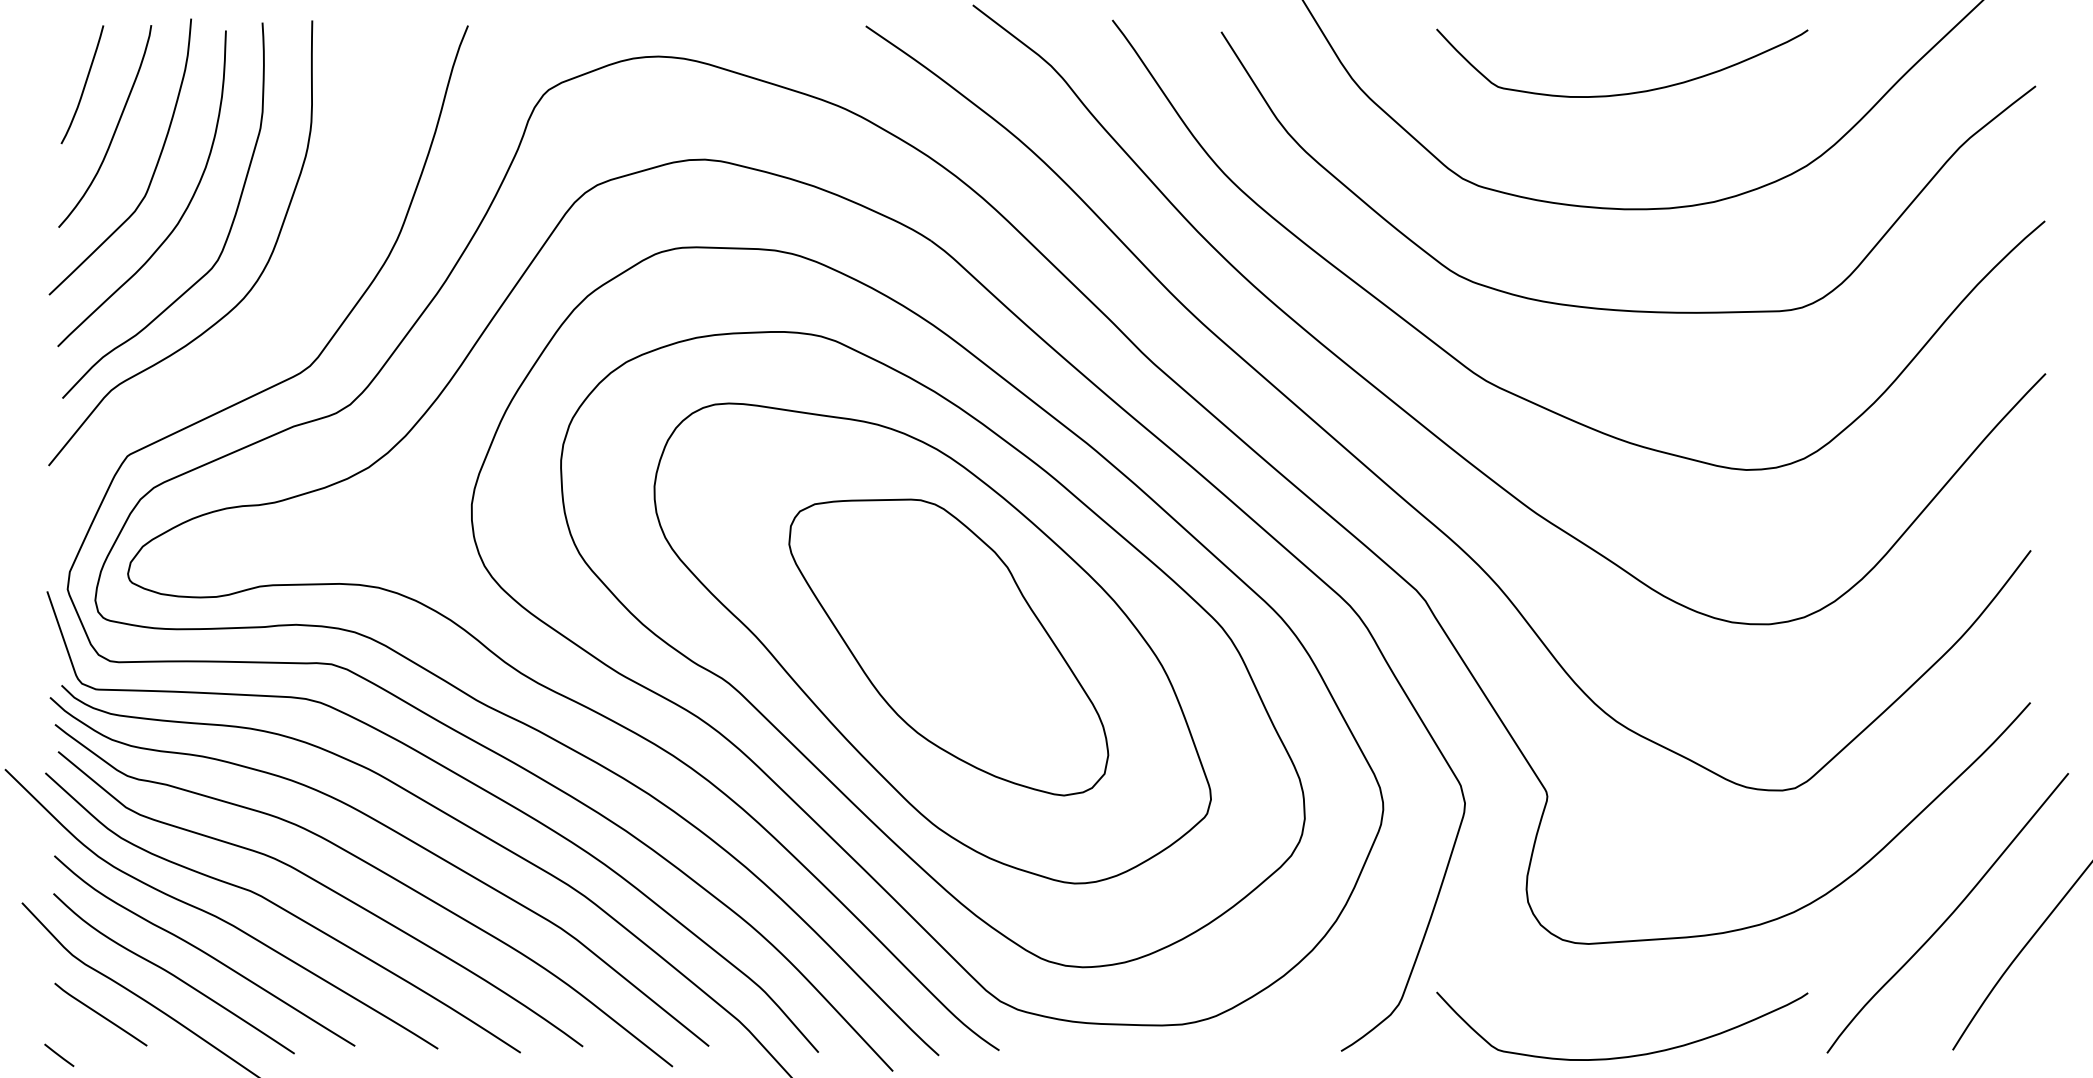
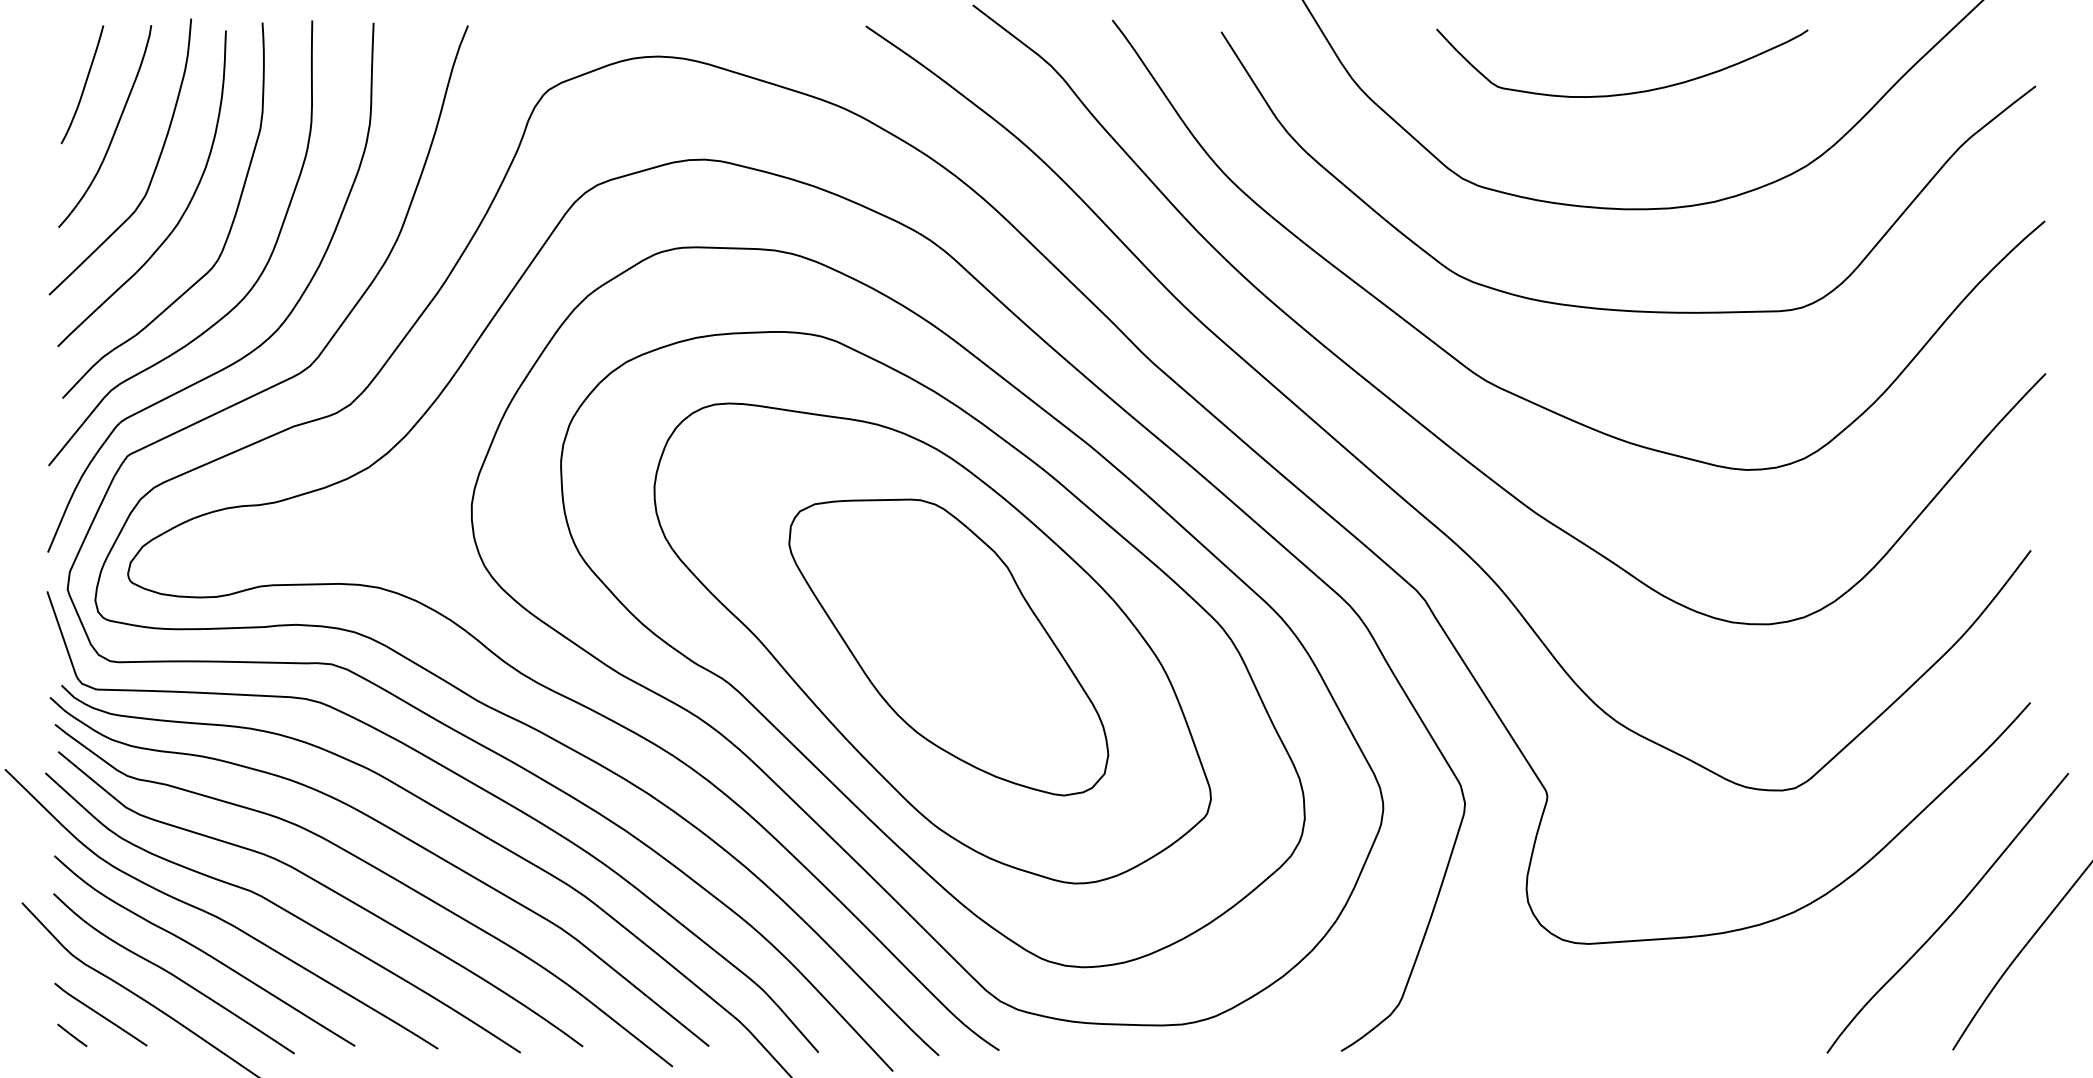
curve at (251, 350): none -> present
line at (59, 1055) position: (59, 1055) -> (72, 1035)
curve at (1629, 1055): present -> none
